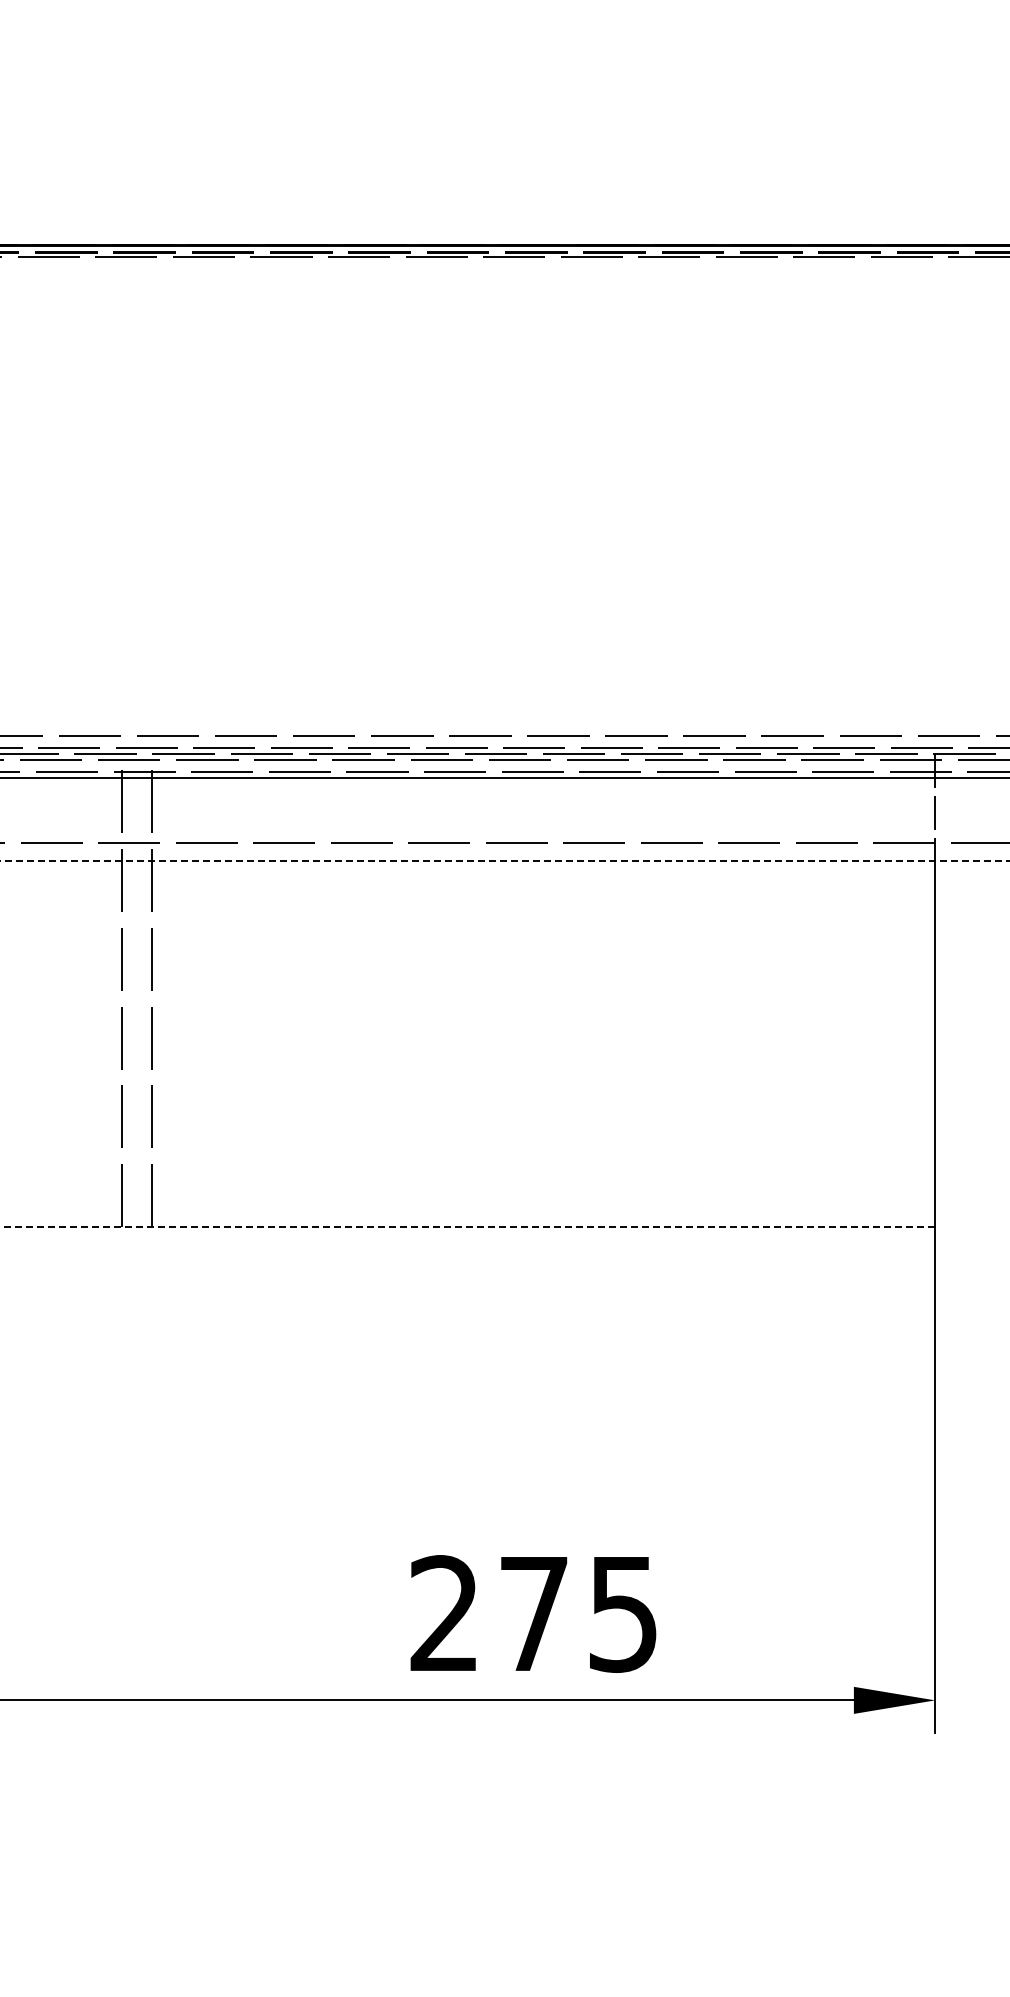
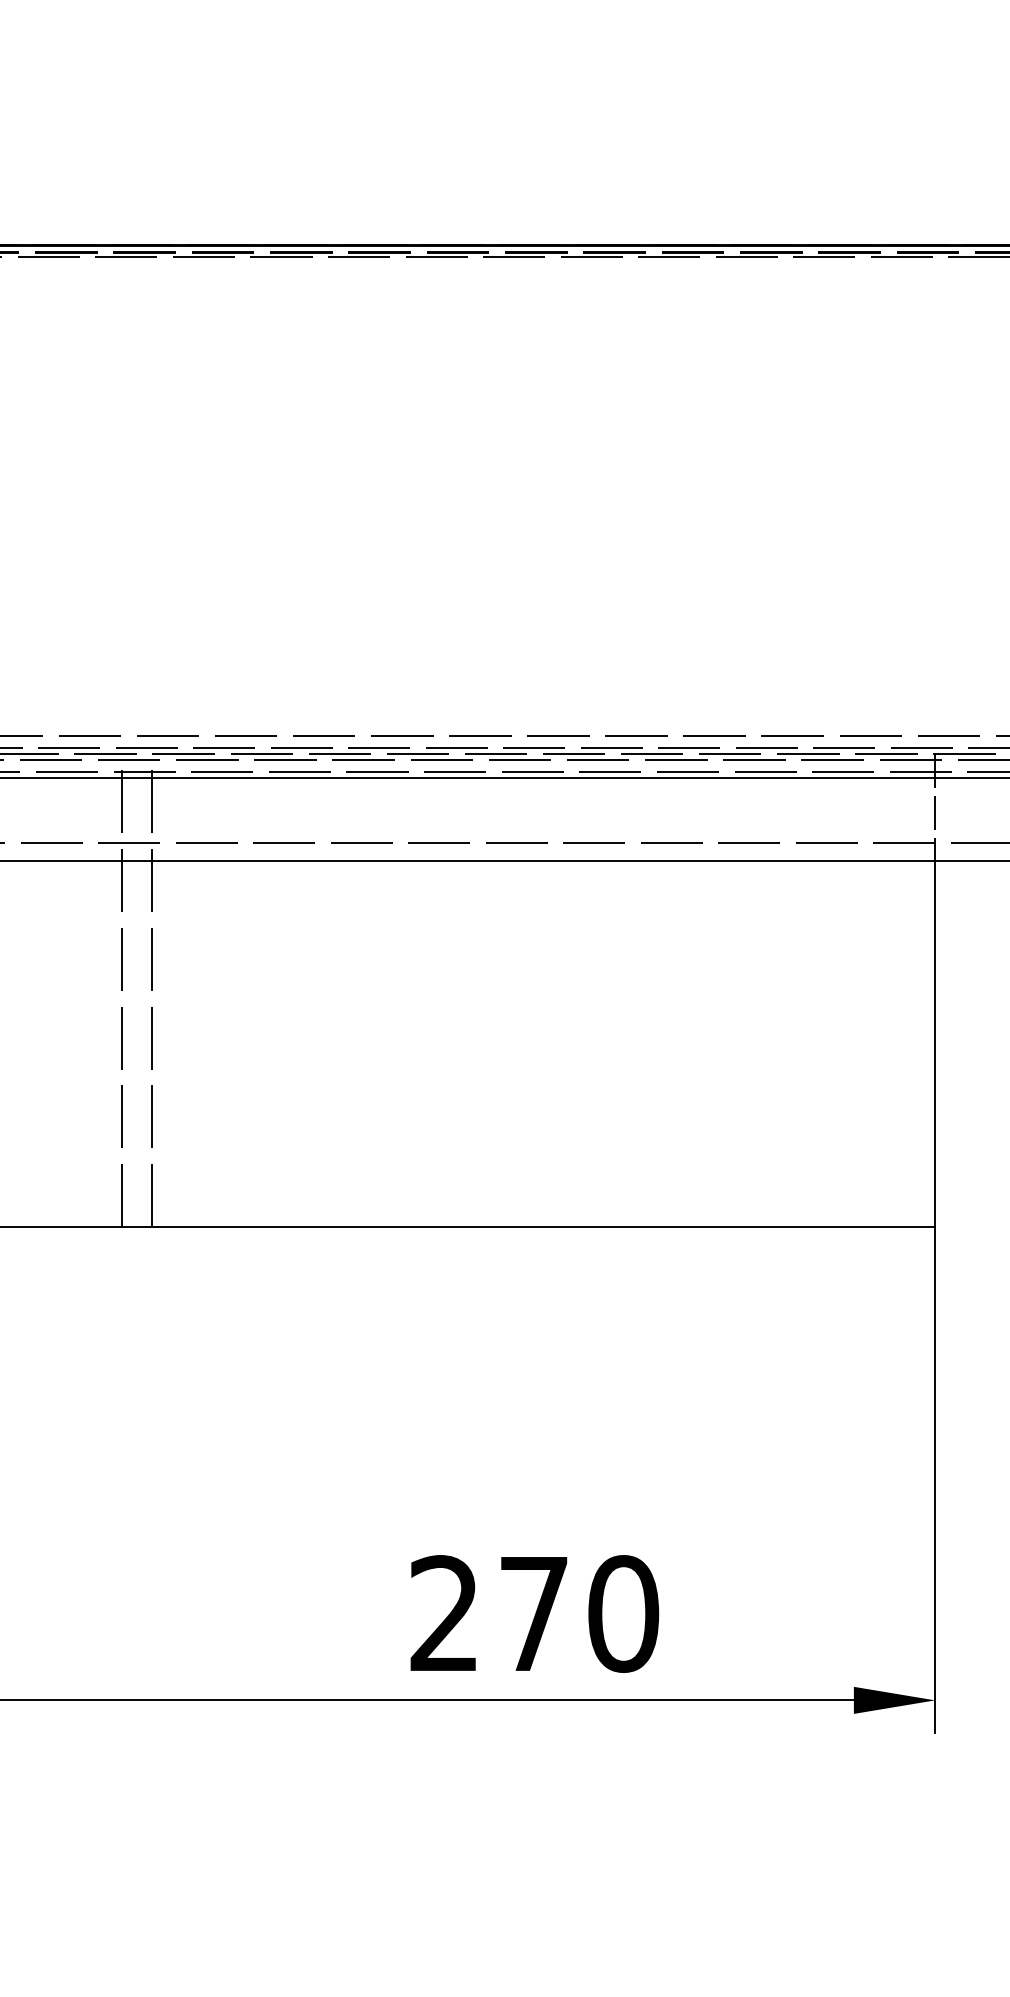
line at (504, 860): dashed -> solid
line at (467, 1227): dashed -> solid
text at (623, 1613): 275 -> 270
